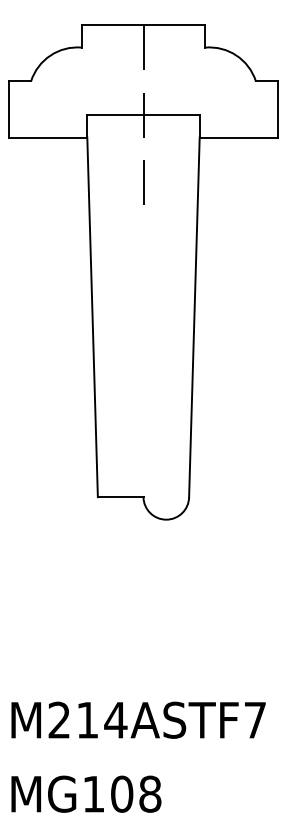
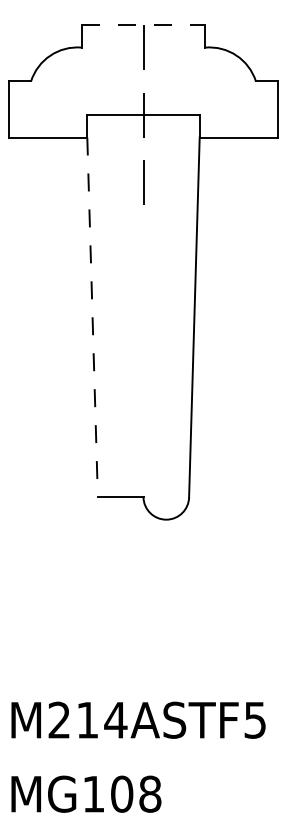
line at (143, 25): solid -> dashed
line at (92, 317): solid -> dashed
text at (254, 720): M214ASTF7 -> M214ASTF5
